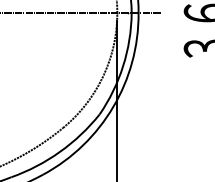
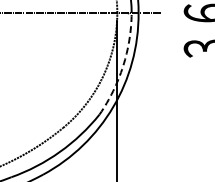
arc at (123, 66): solid -> dashed
